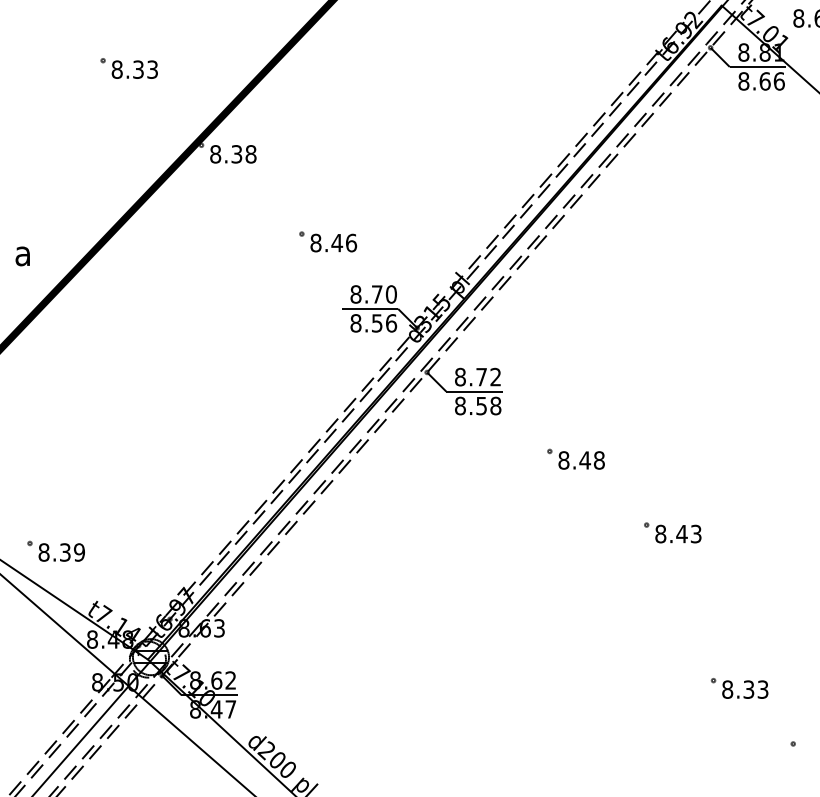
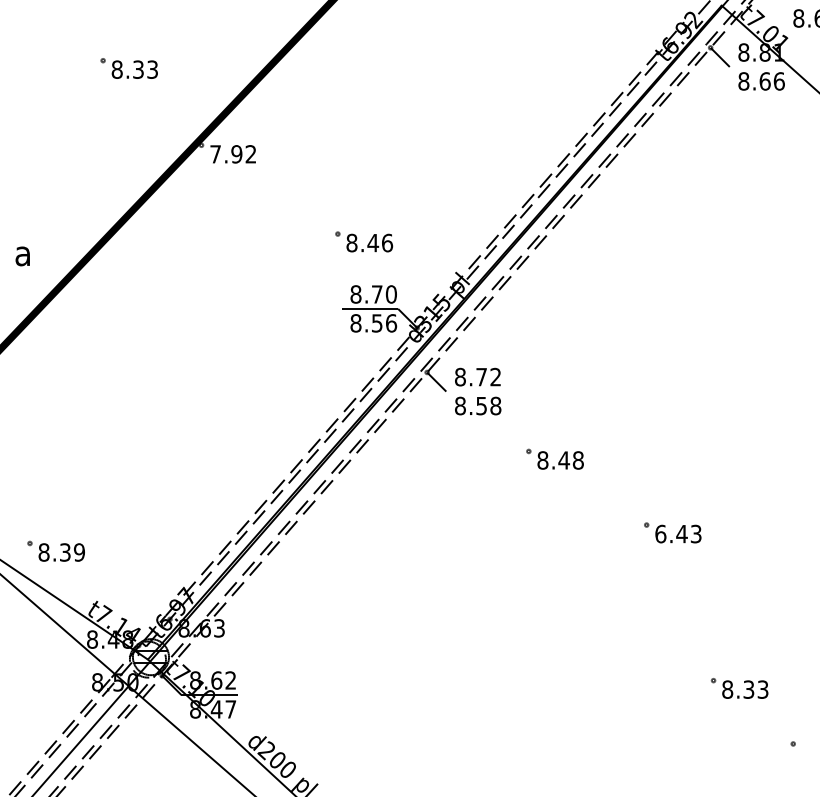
line at (757, 67): present -> none
text at (233, 154): 8.38 -> 7.92
part at (328, 241) position: (328, 241) -> (364, 241)
line at (474, 391): present -> none
part at (575, 458) position: (575, 458) -> (554, 458)
text at (660, 533): 8.43 -> 6.43
